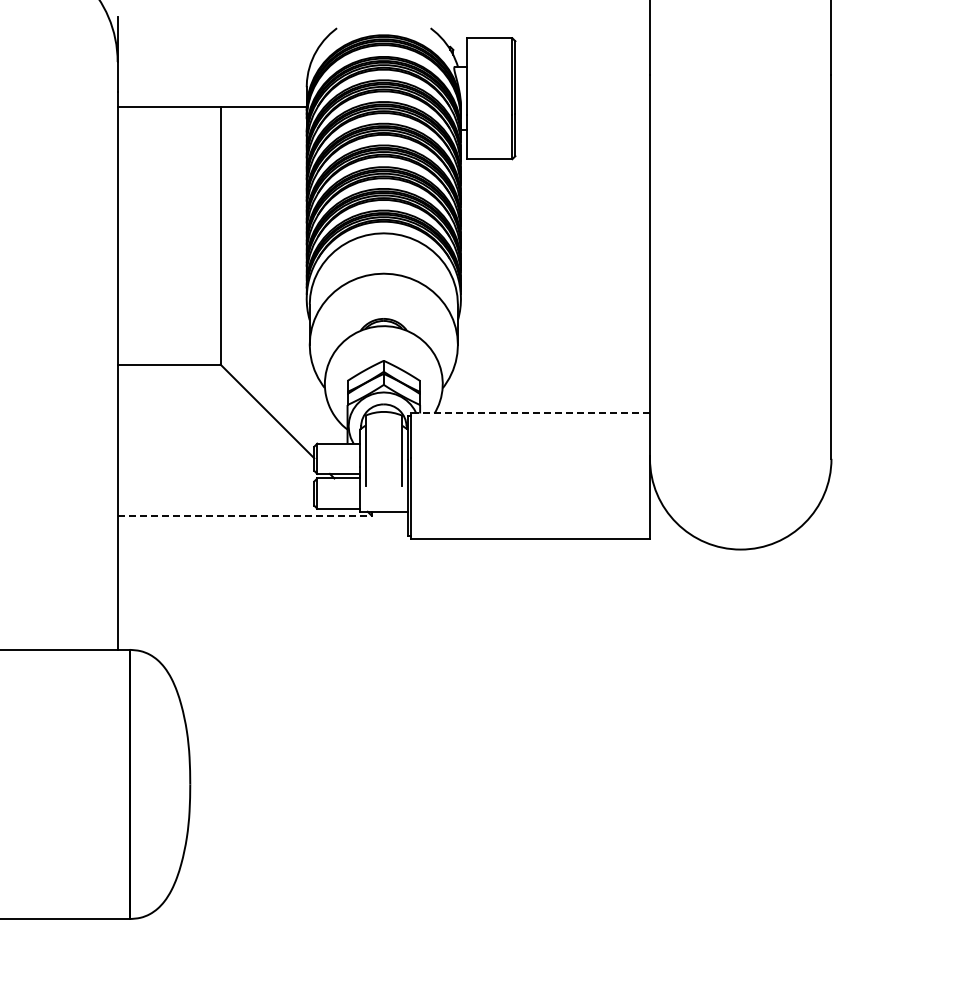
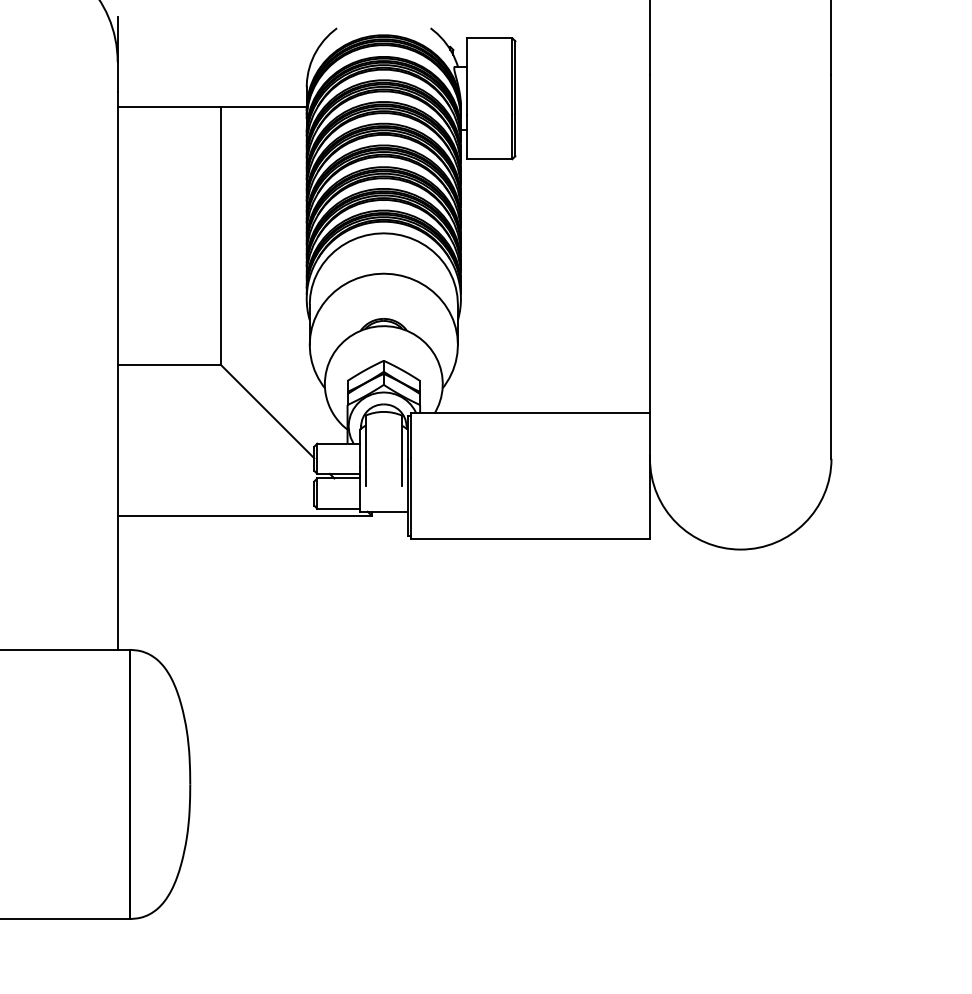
line at (530, 413): dashed -> solid
line at (245, 515): dashed -> solid
